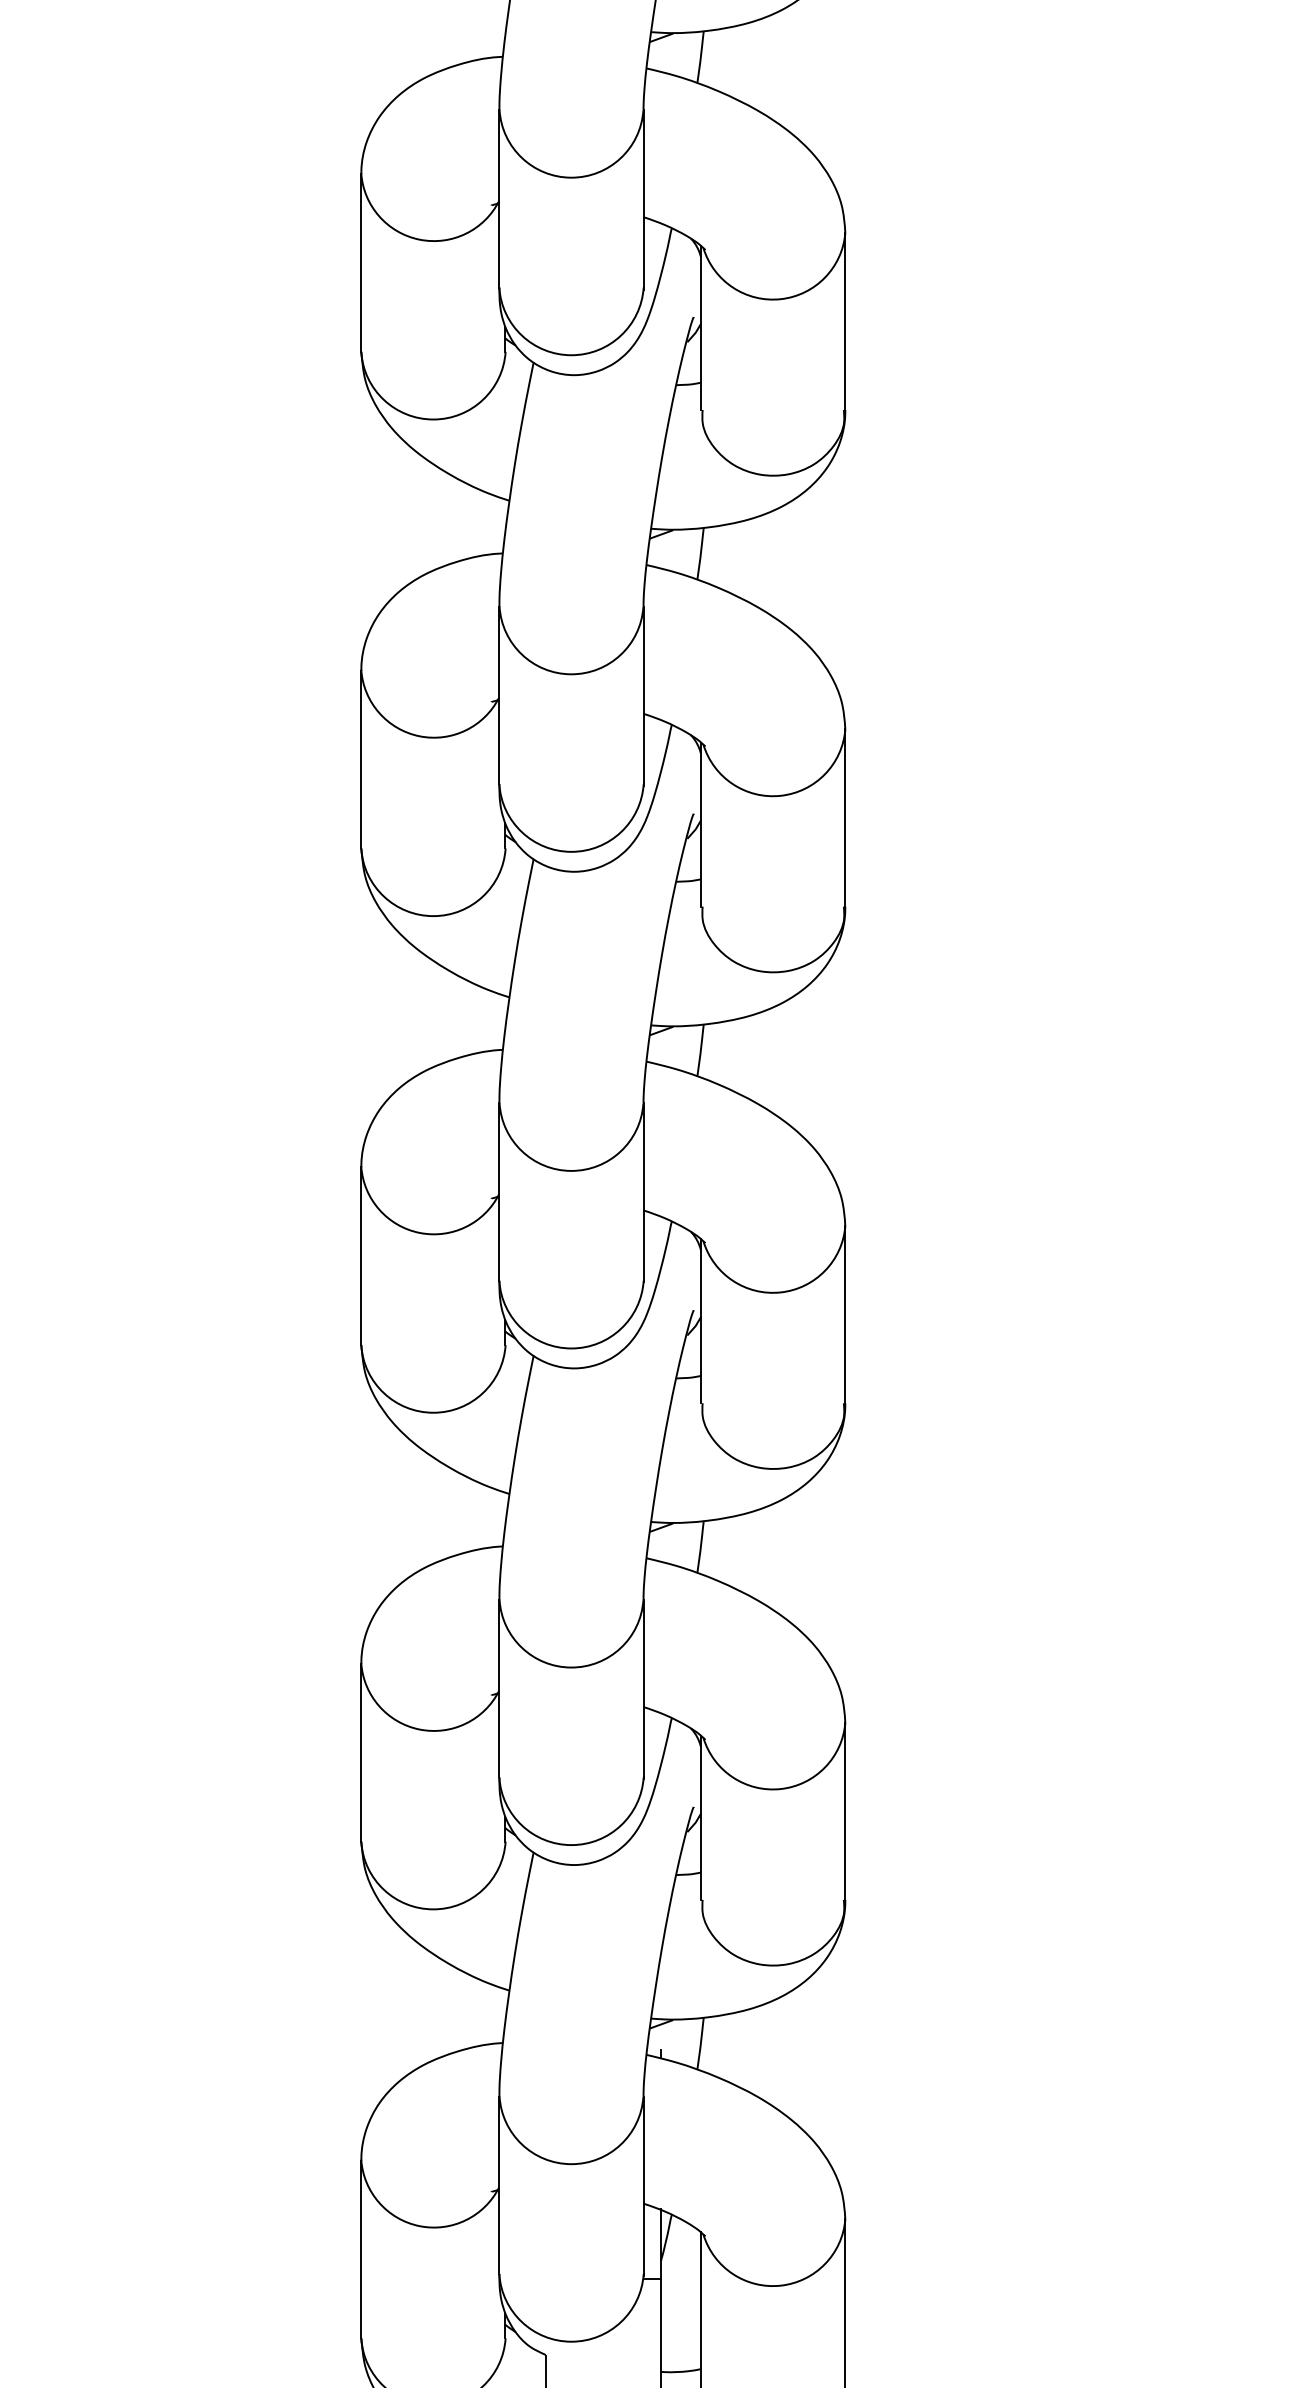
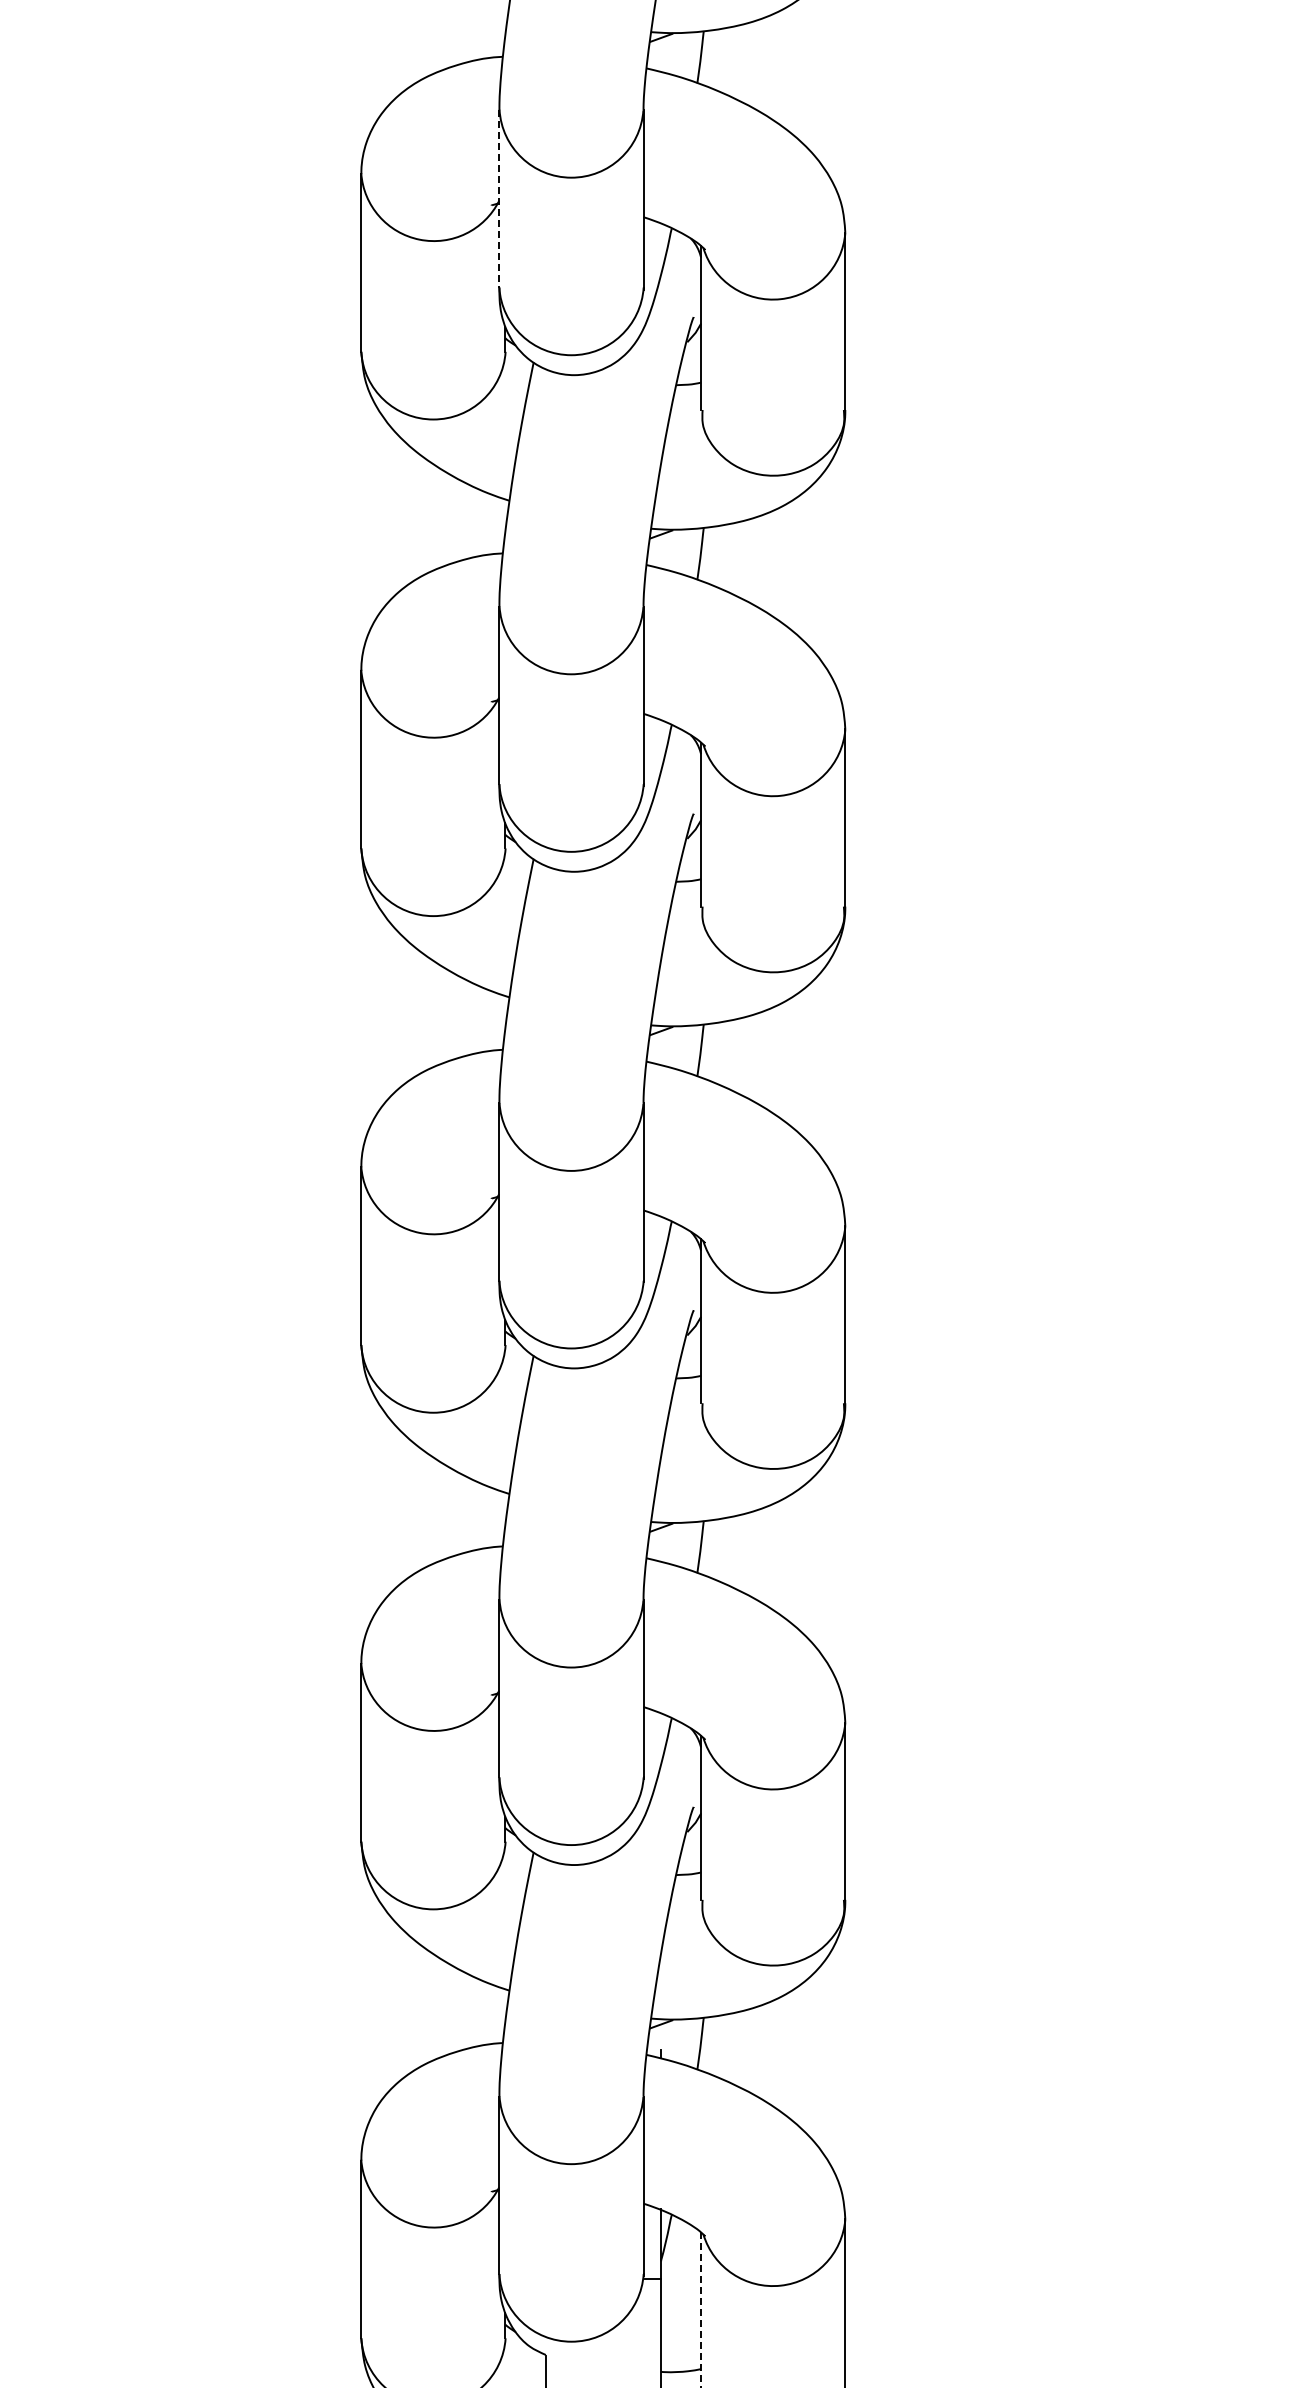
line at (499, 198): solid -> dashed
line at (701, 2310): solid -> dashed
